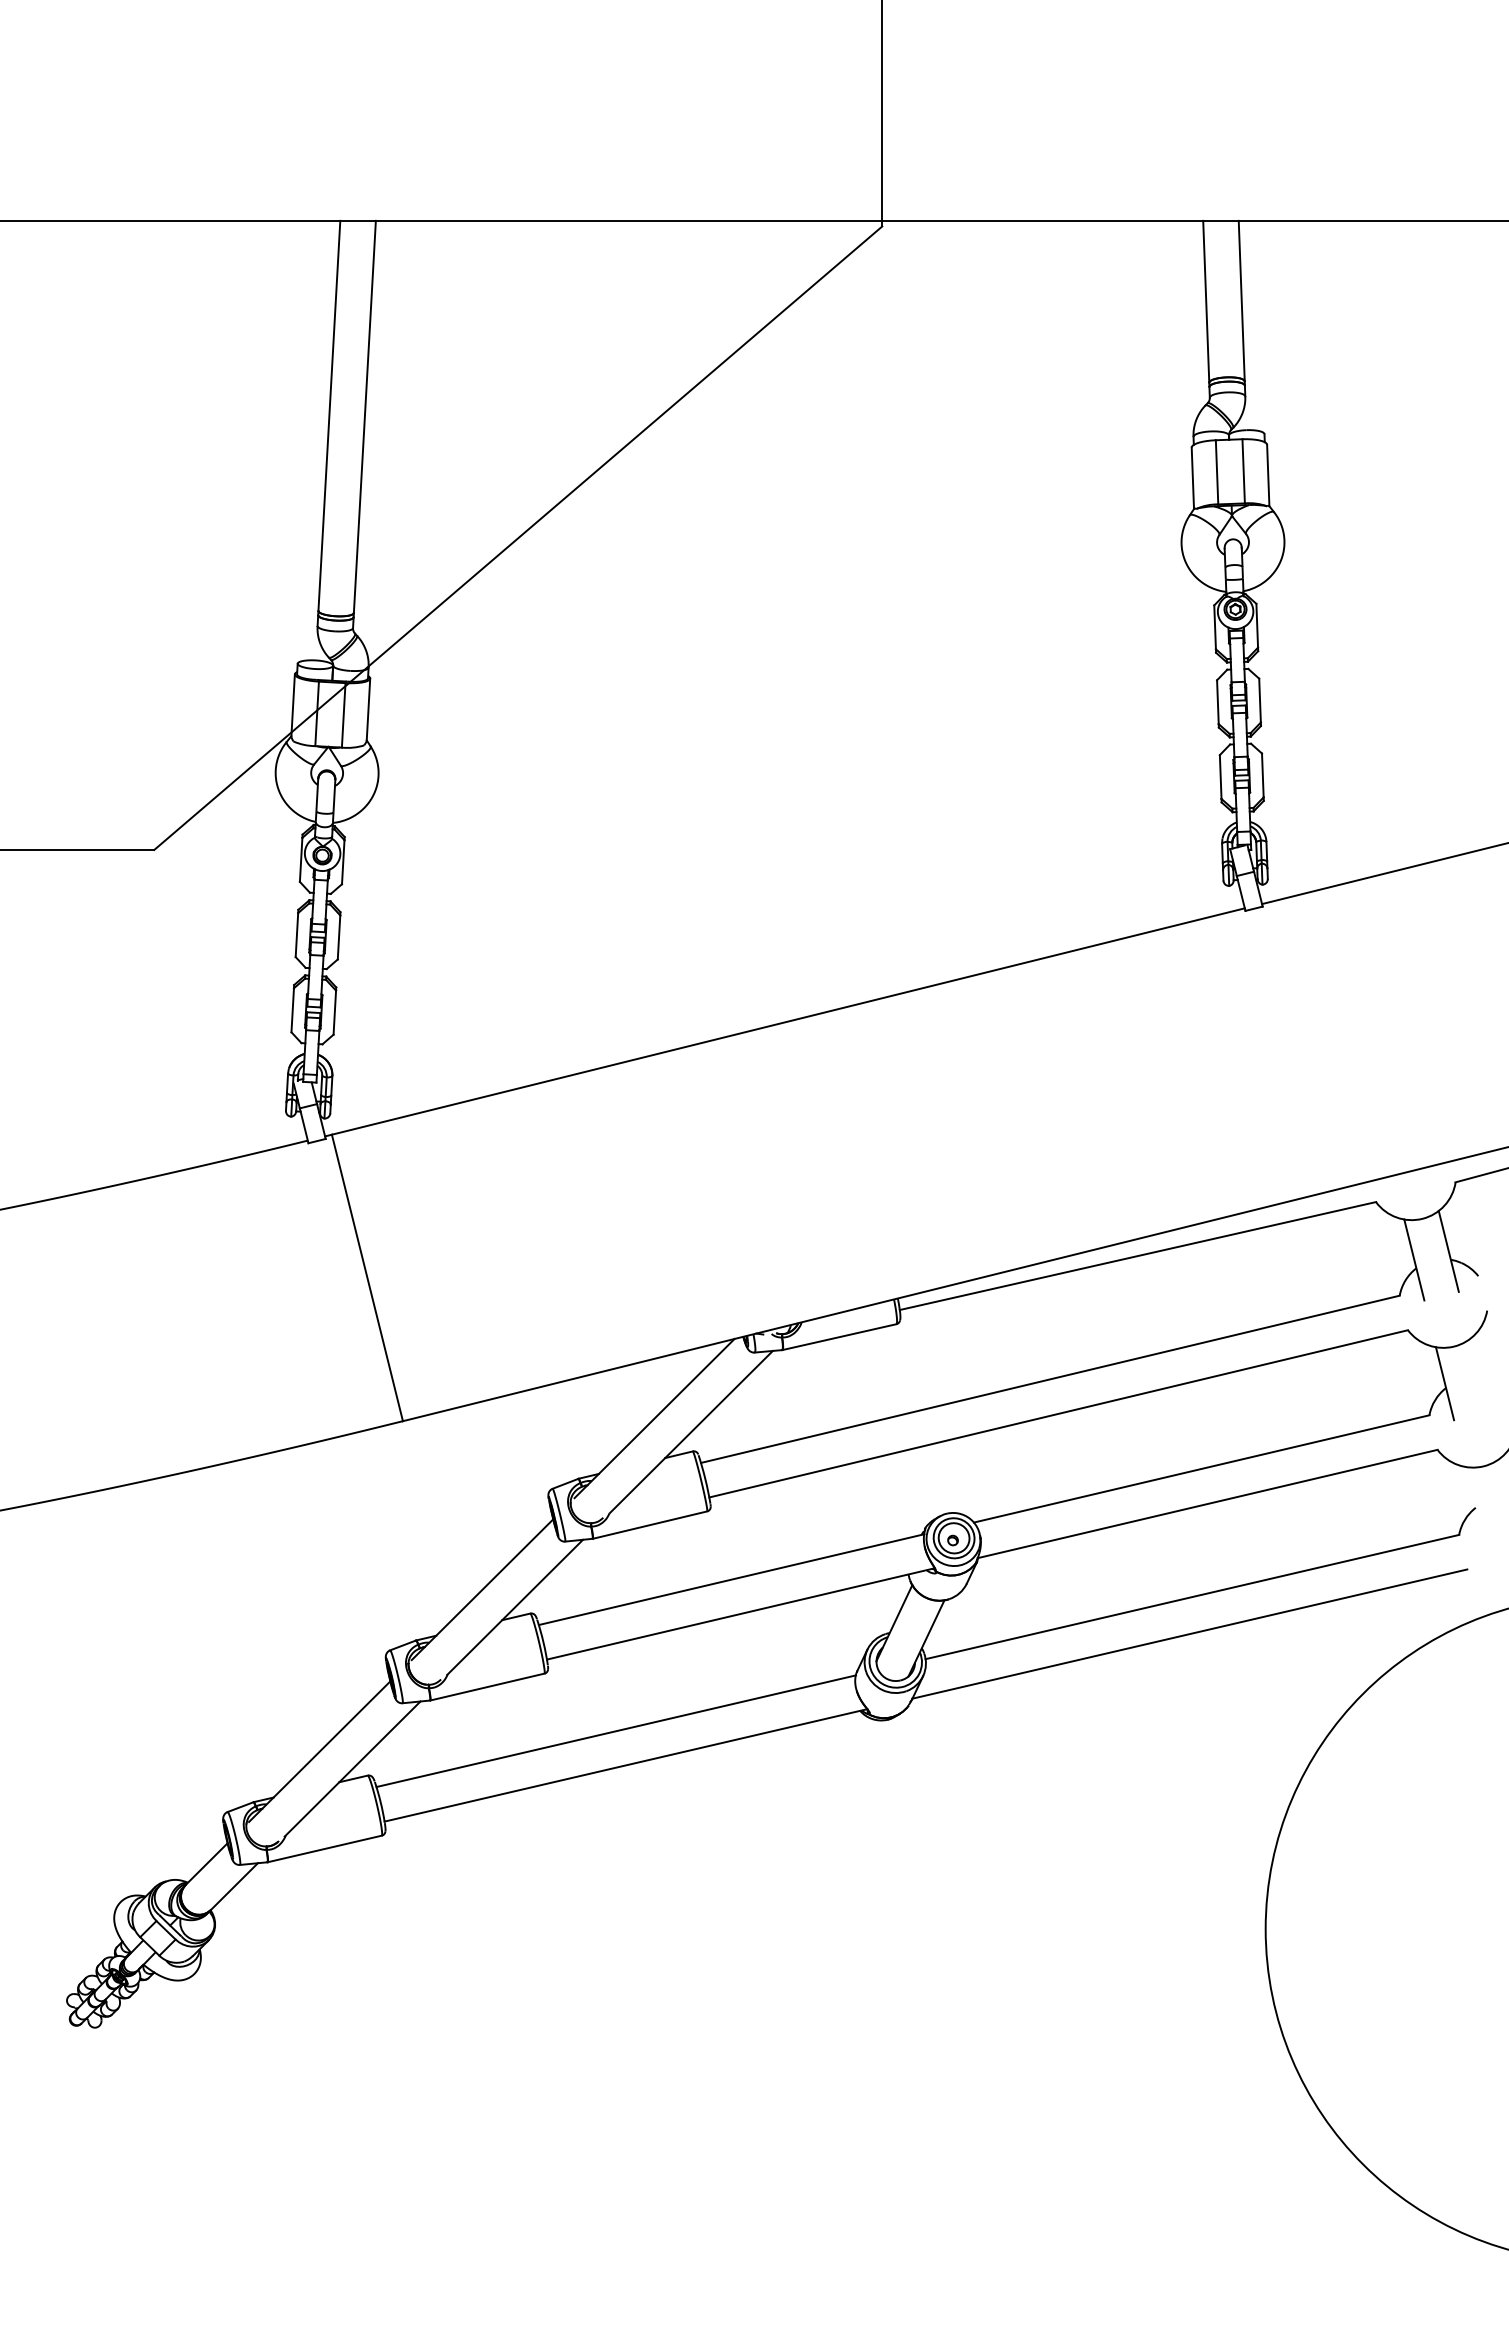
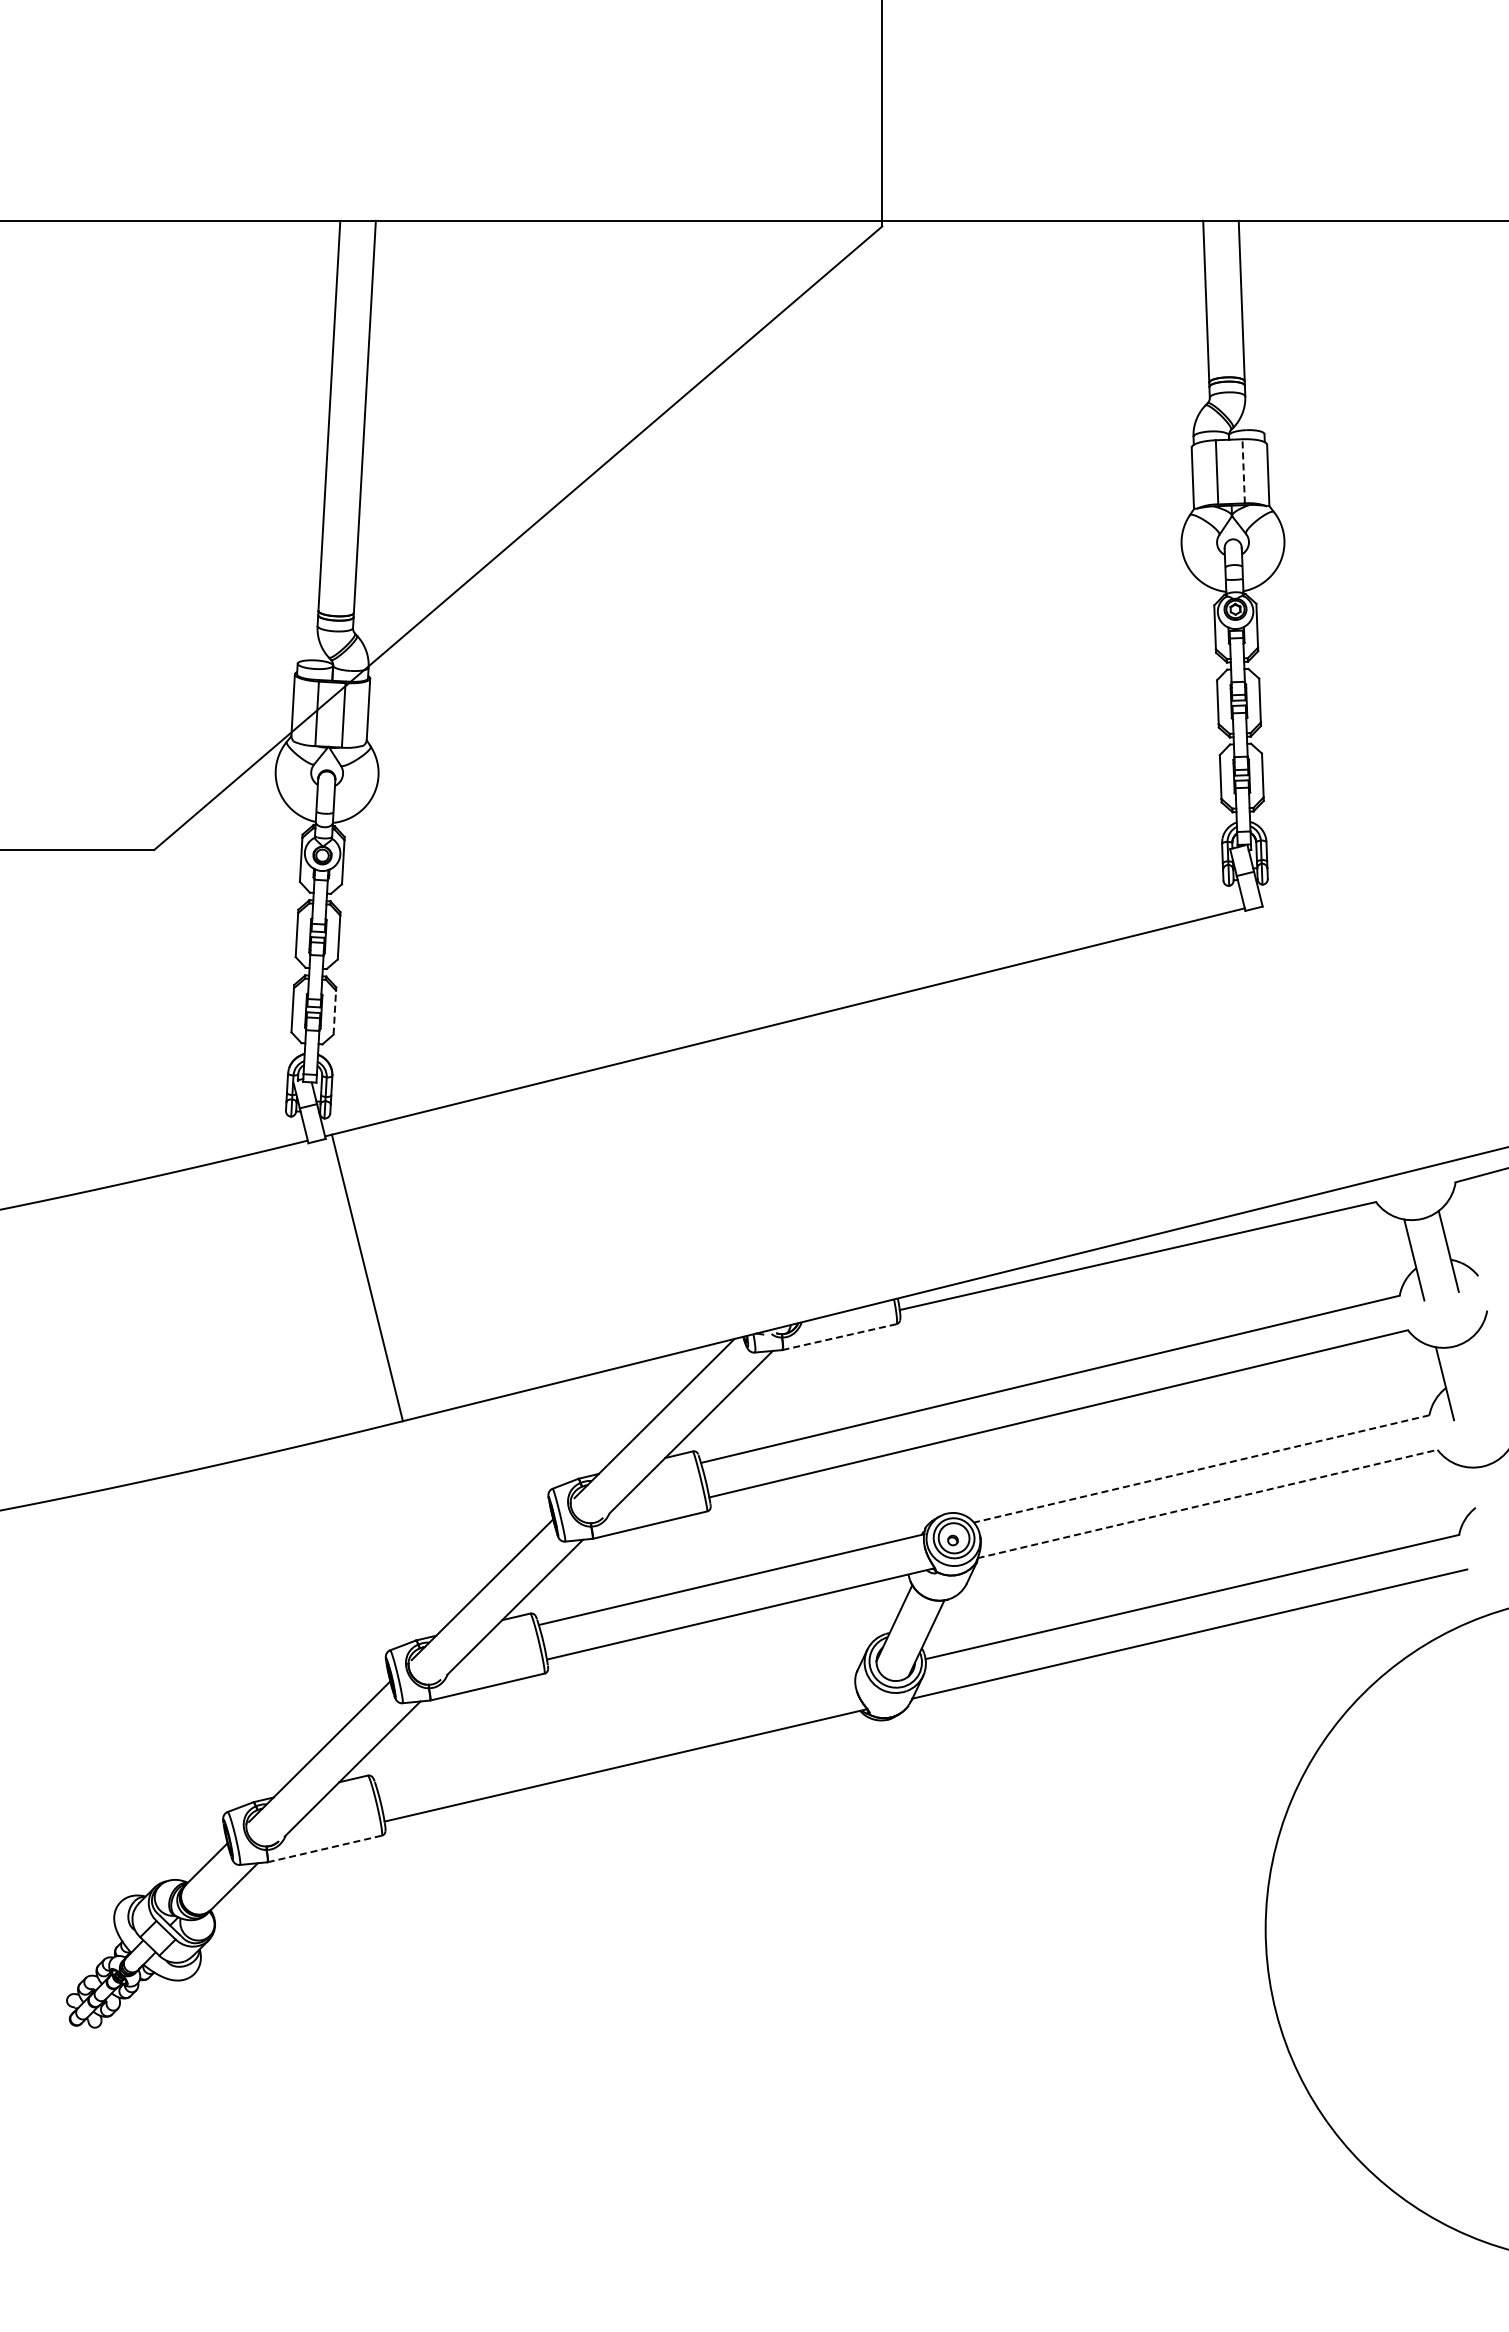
line at (1243, 470): solid -> dashed
line at (1383, 873): present -> none
line at (334, 1012): solid -> dashed
line at (839, 1337): solid -> dashed
line at (1201, 1469): solid -> dashed
line at (1208, 1503): solid -> dashed
line at (616, 1731): present -> none
line at (324, 1848): solid -> dashed
